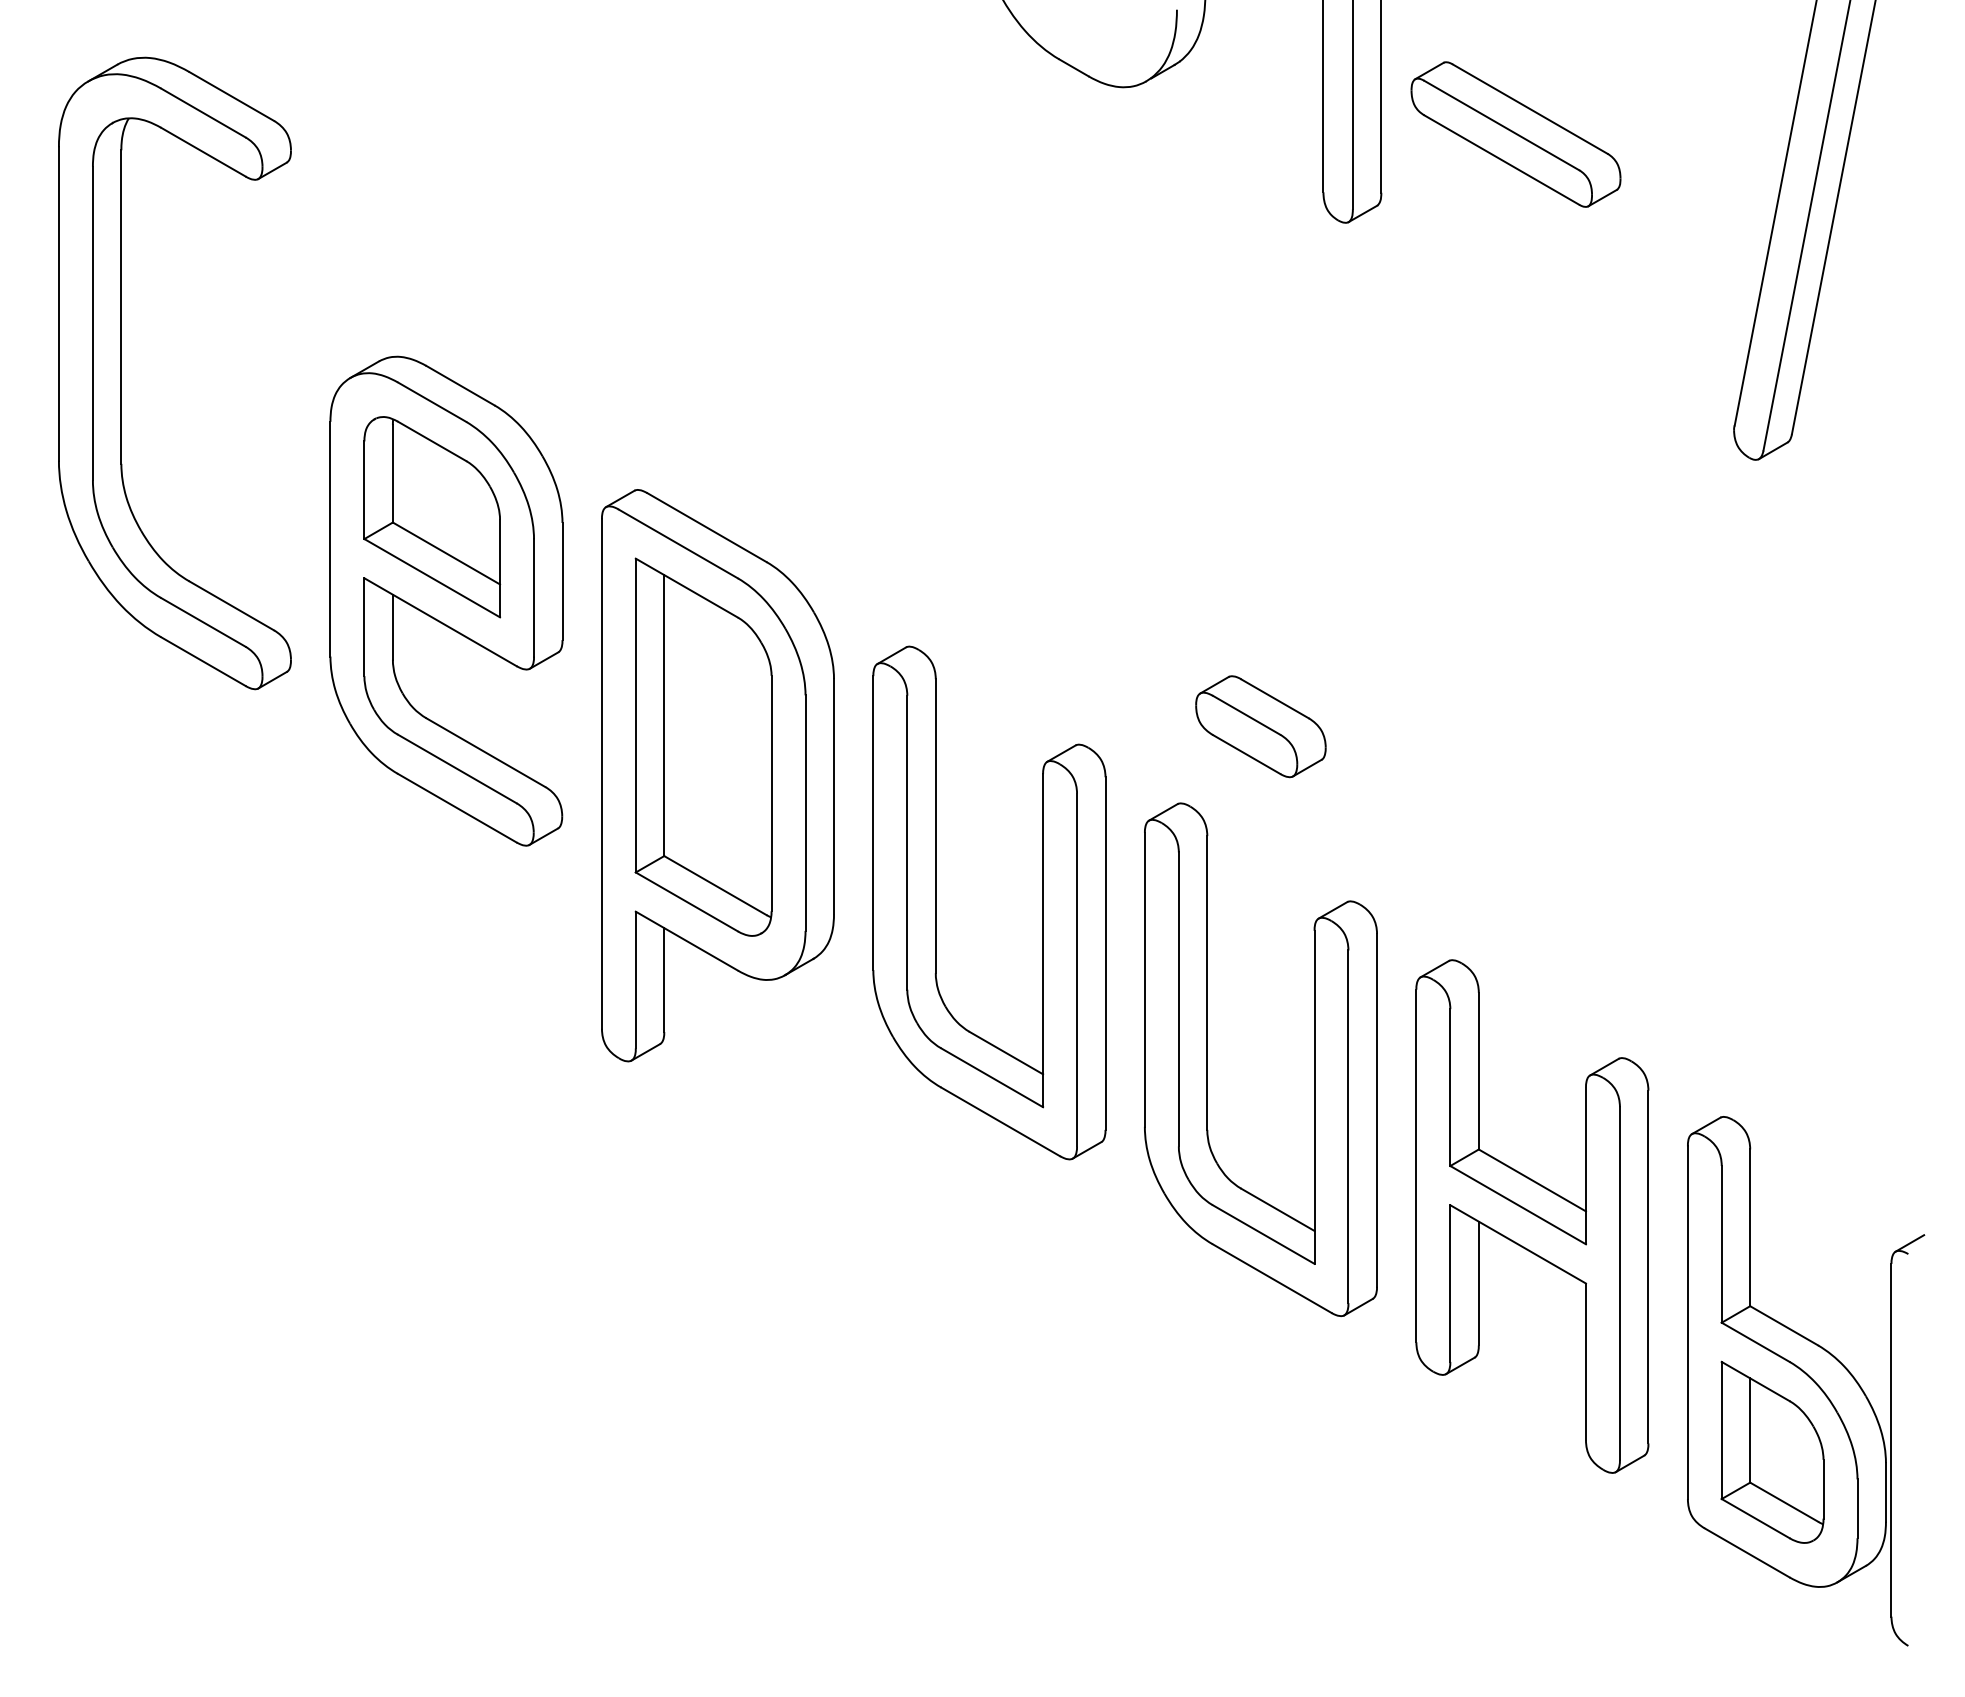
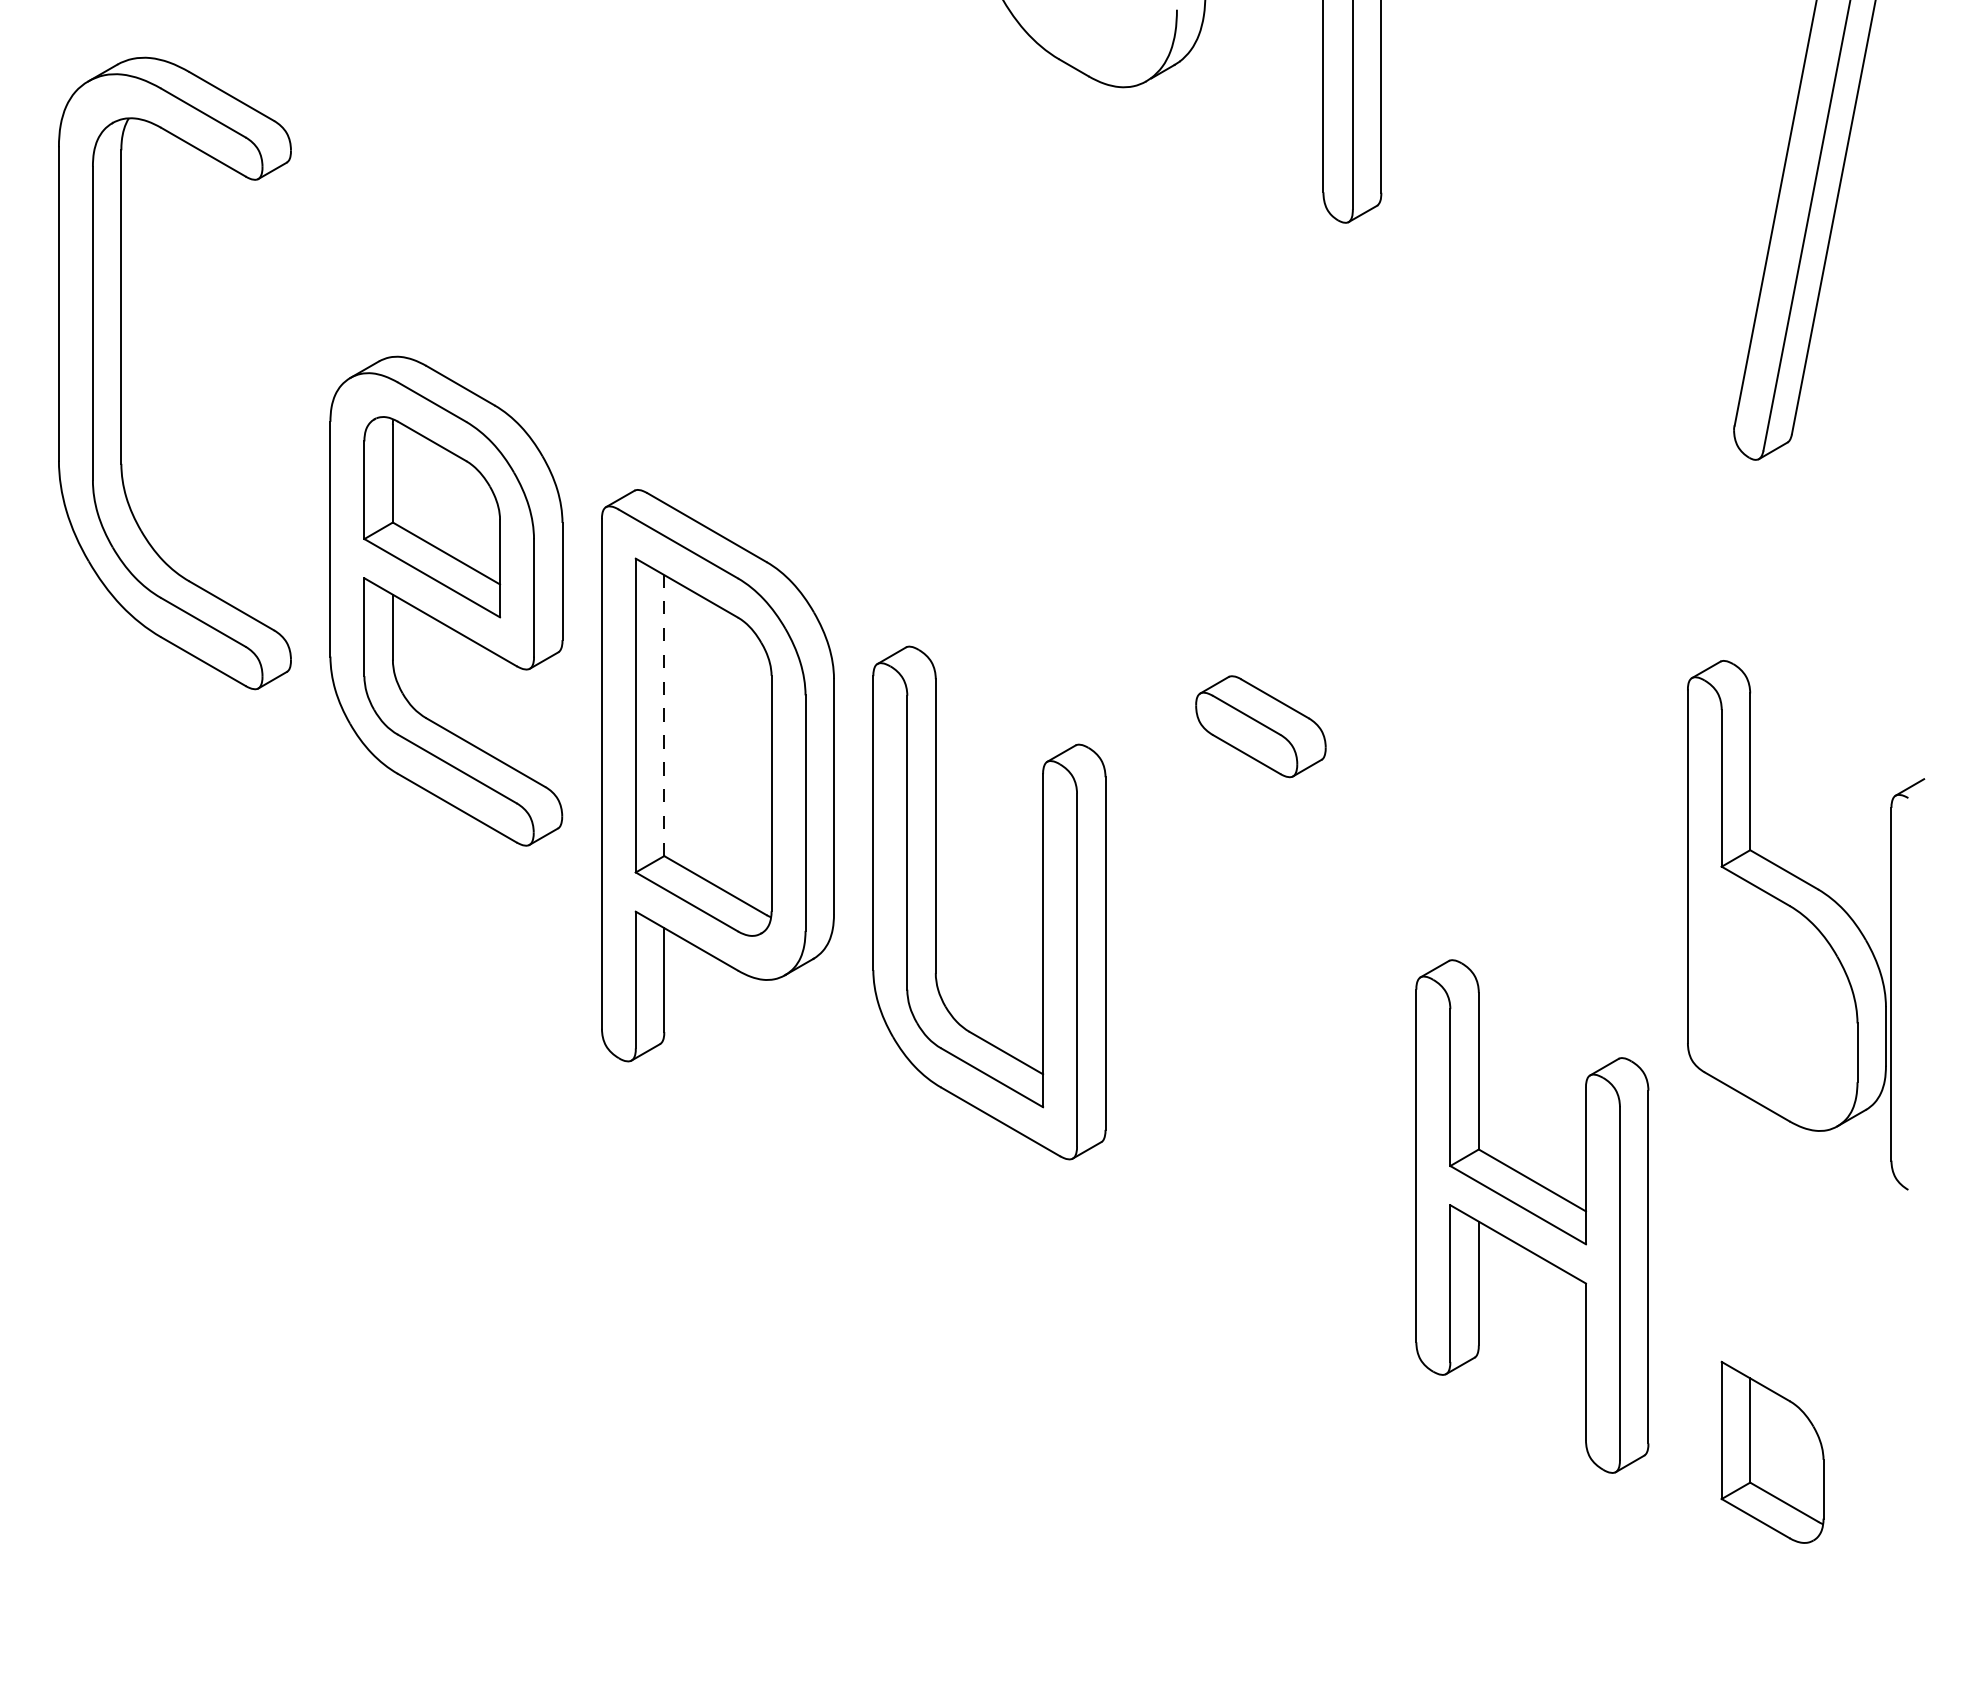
part at (1515, 134): present -> none
line at (664, 715): solid -> dashed
part at (1207, 1059): present -> none
part at (1806, 1381) position: (1806, 1381) -> (1806, 925)
